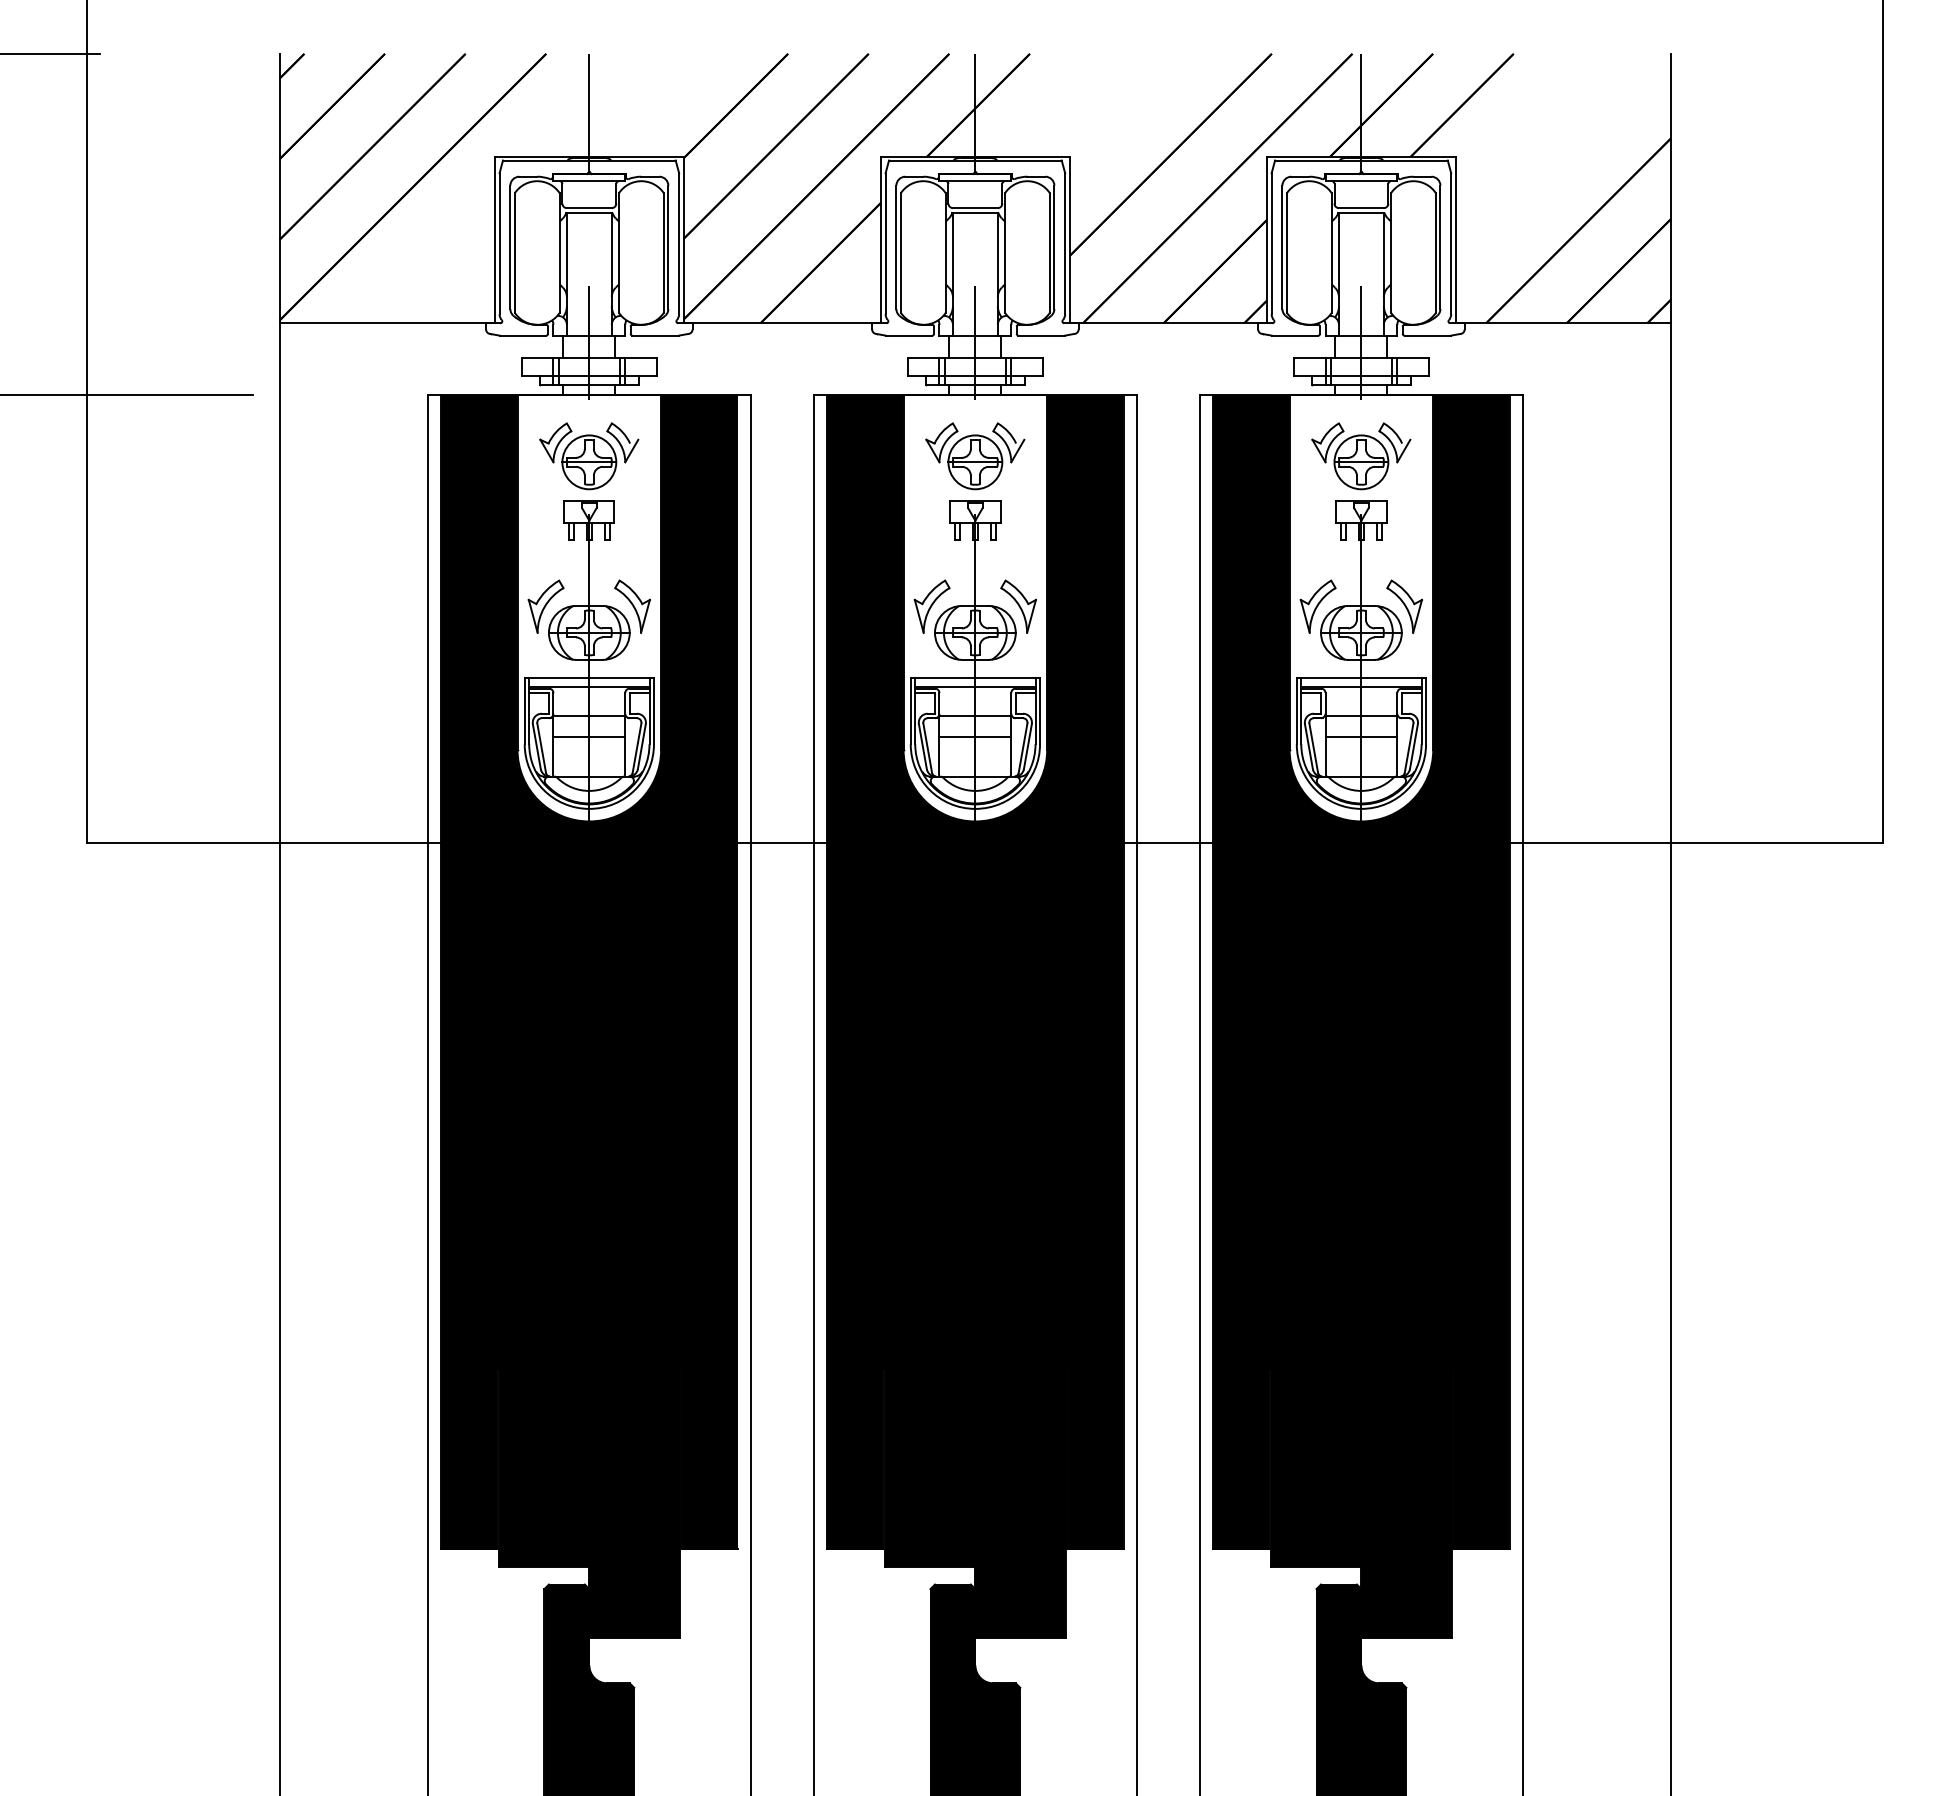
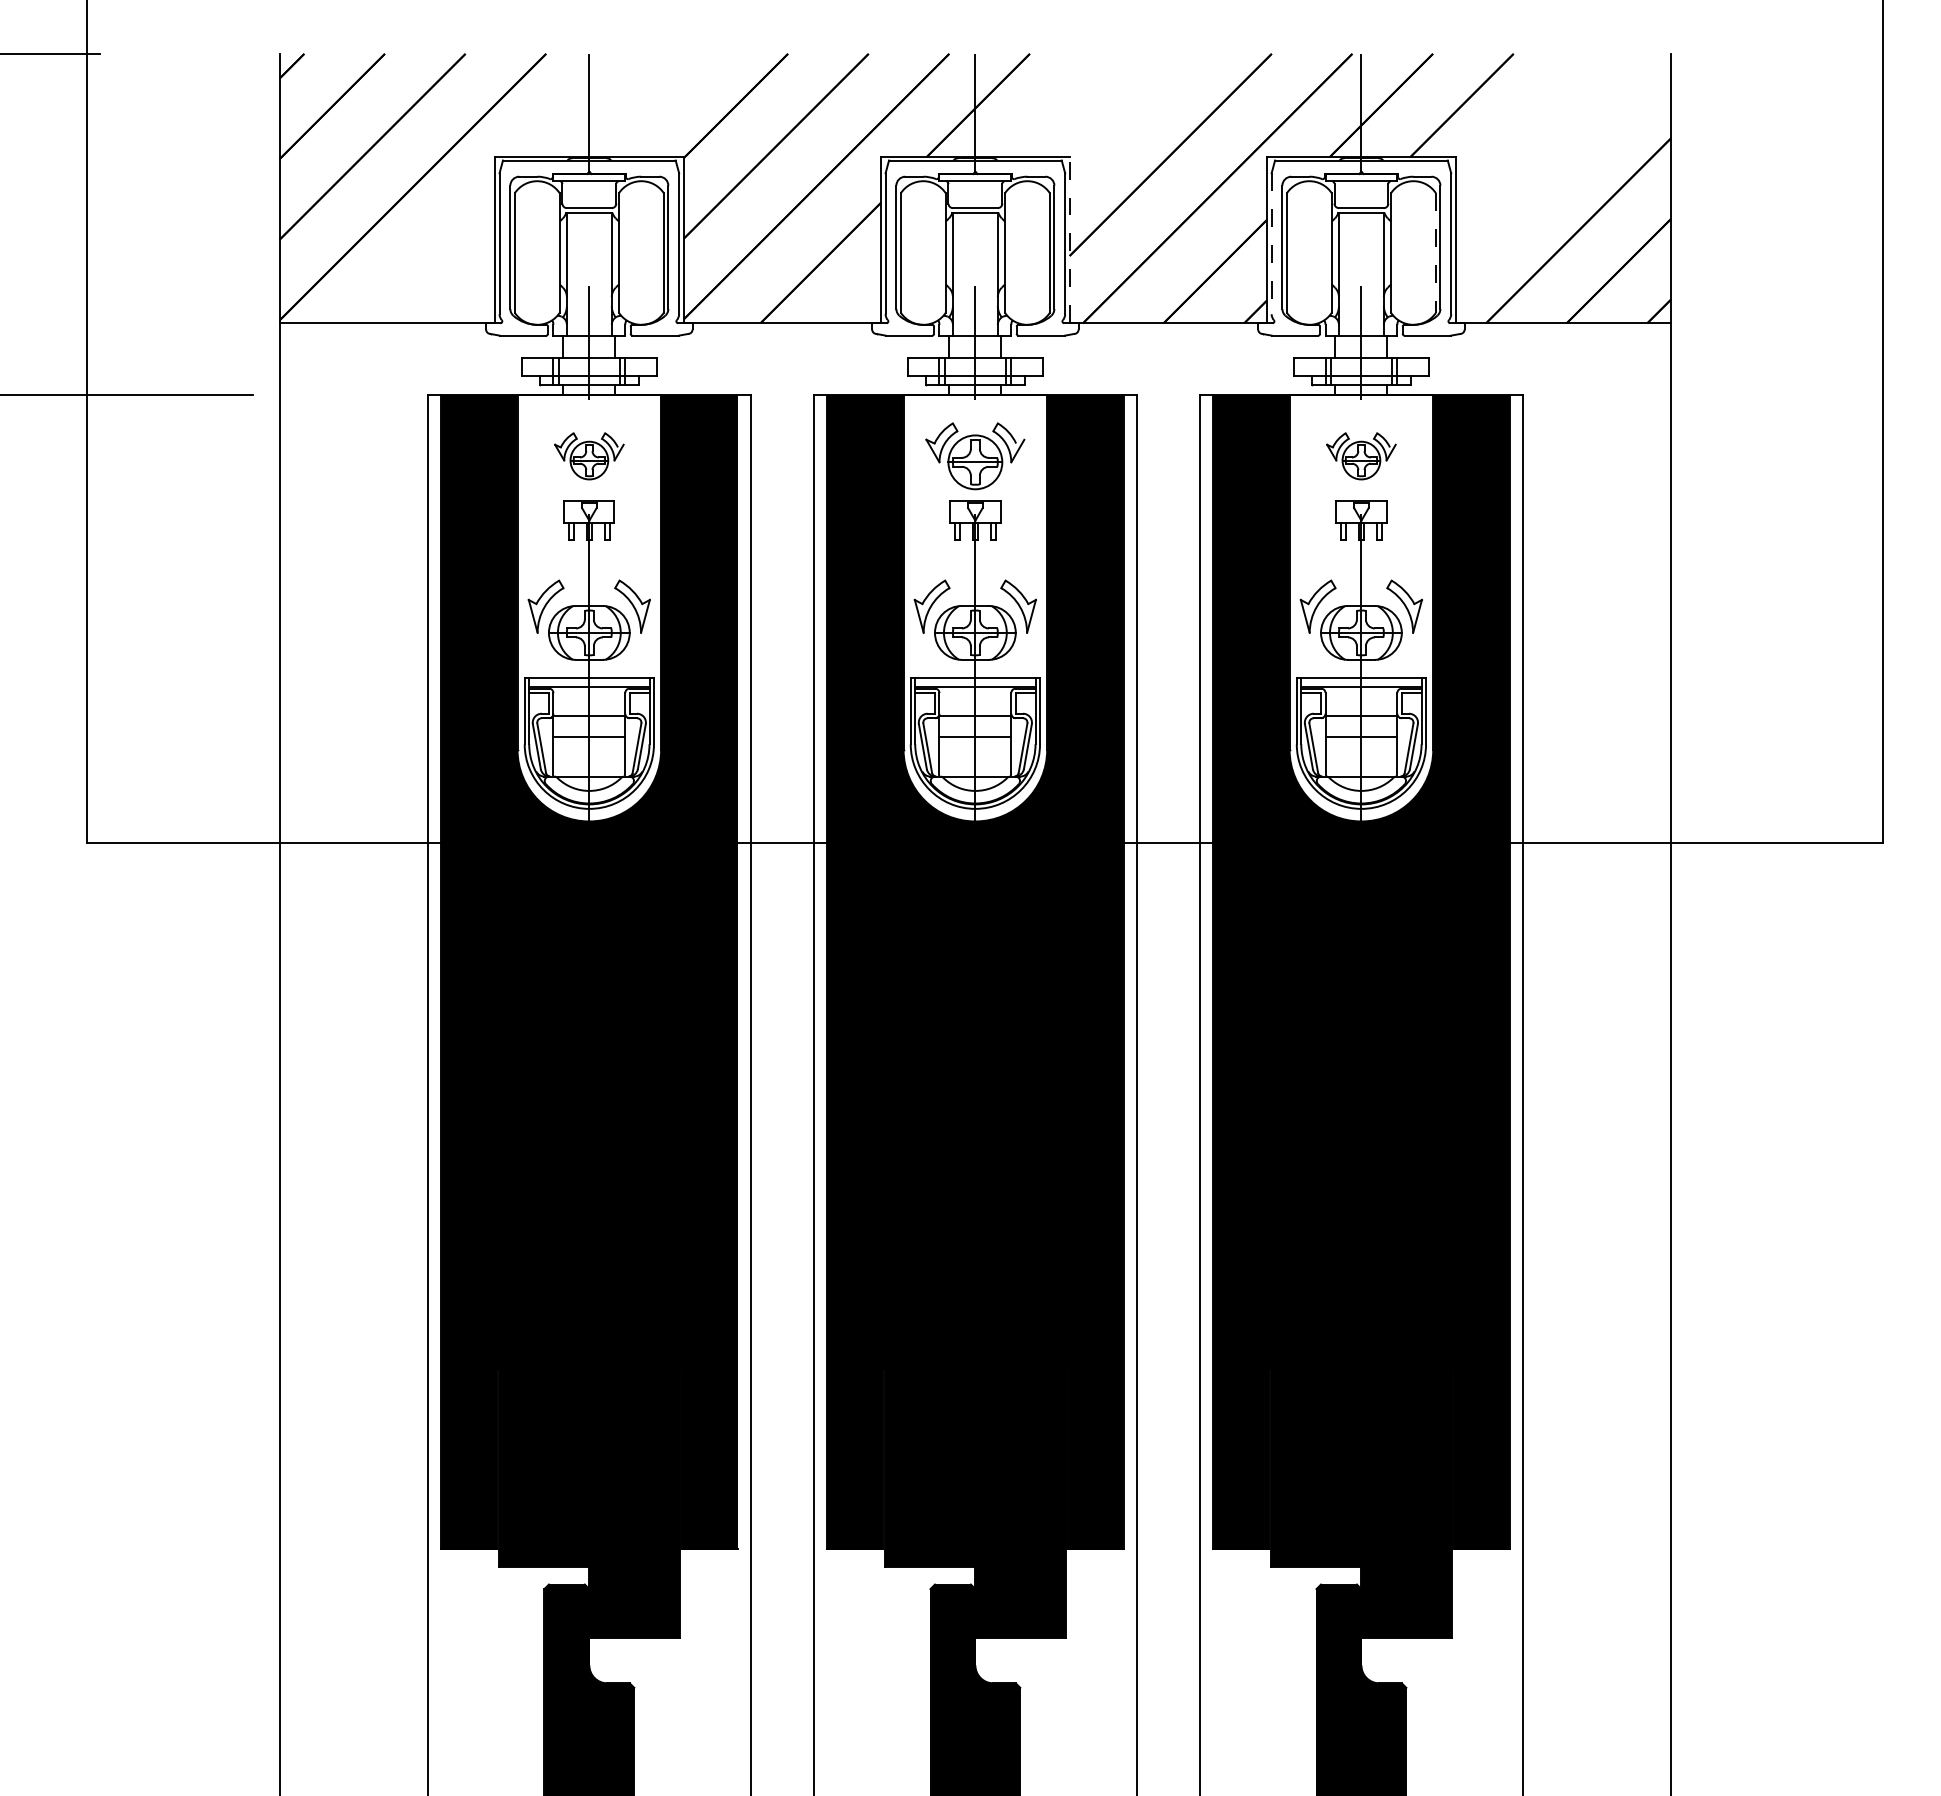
line at (1069, 239): solid -> dashed
line at (1271, 244): solid -> dashed
line at (1435, 253): solid -> dashed
part at (589, 456) size: 101x69 px -> 71x49 px
part at (1361, 456) size: 101x69 px -> 71x49 px
